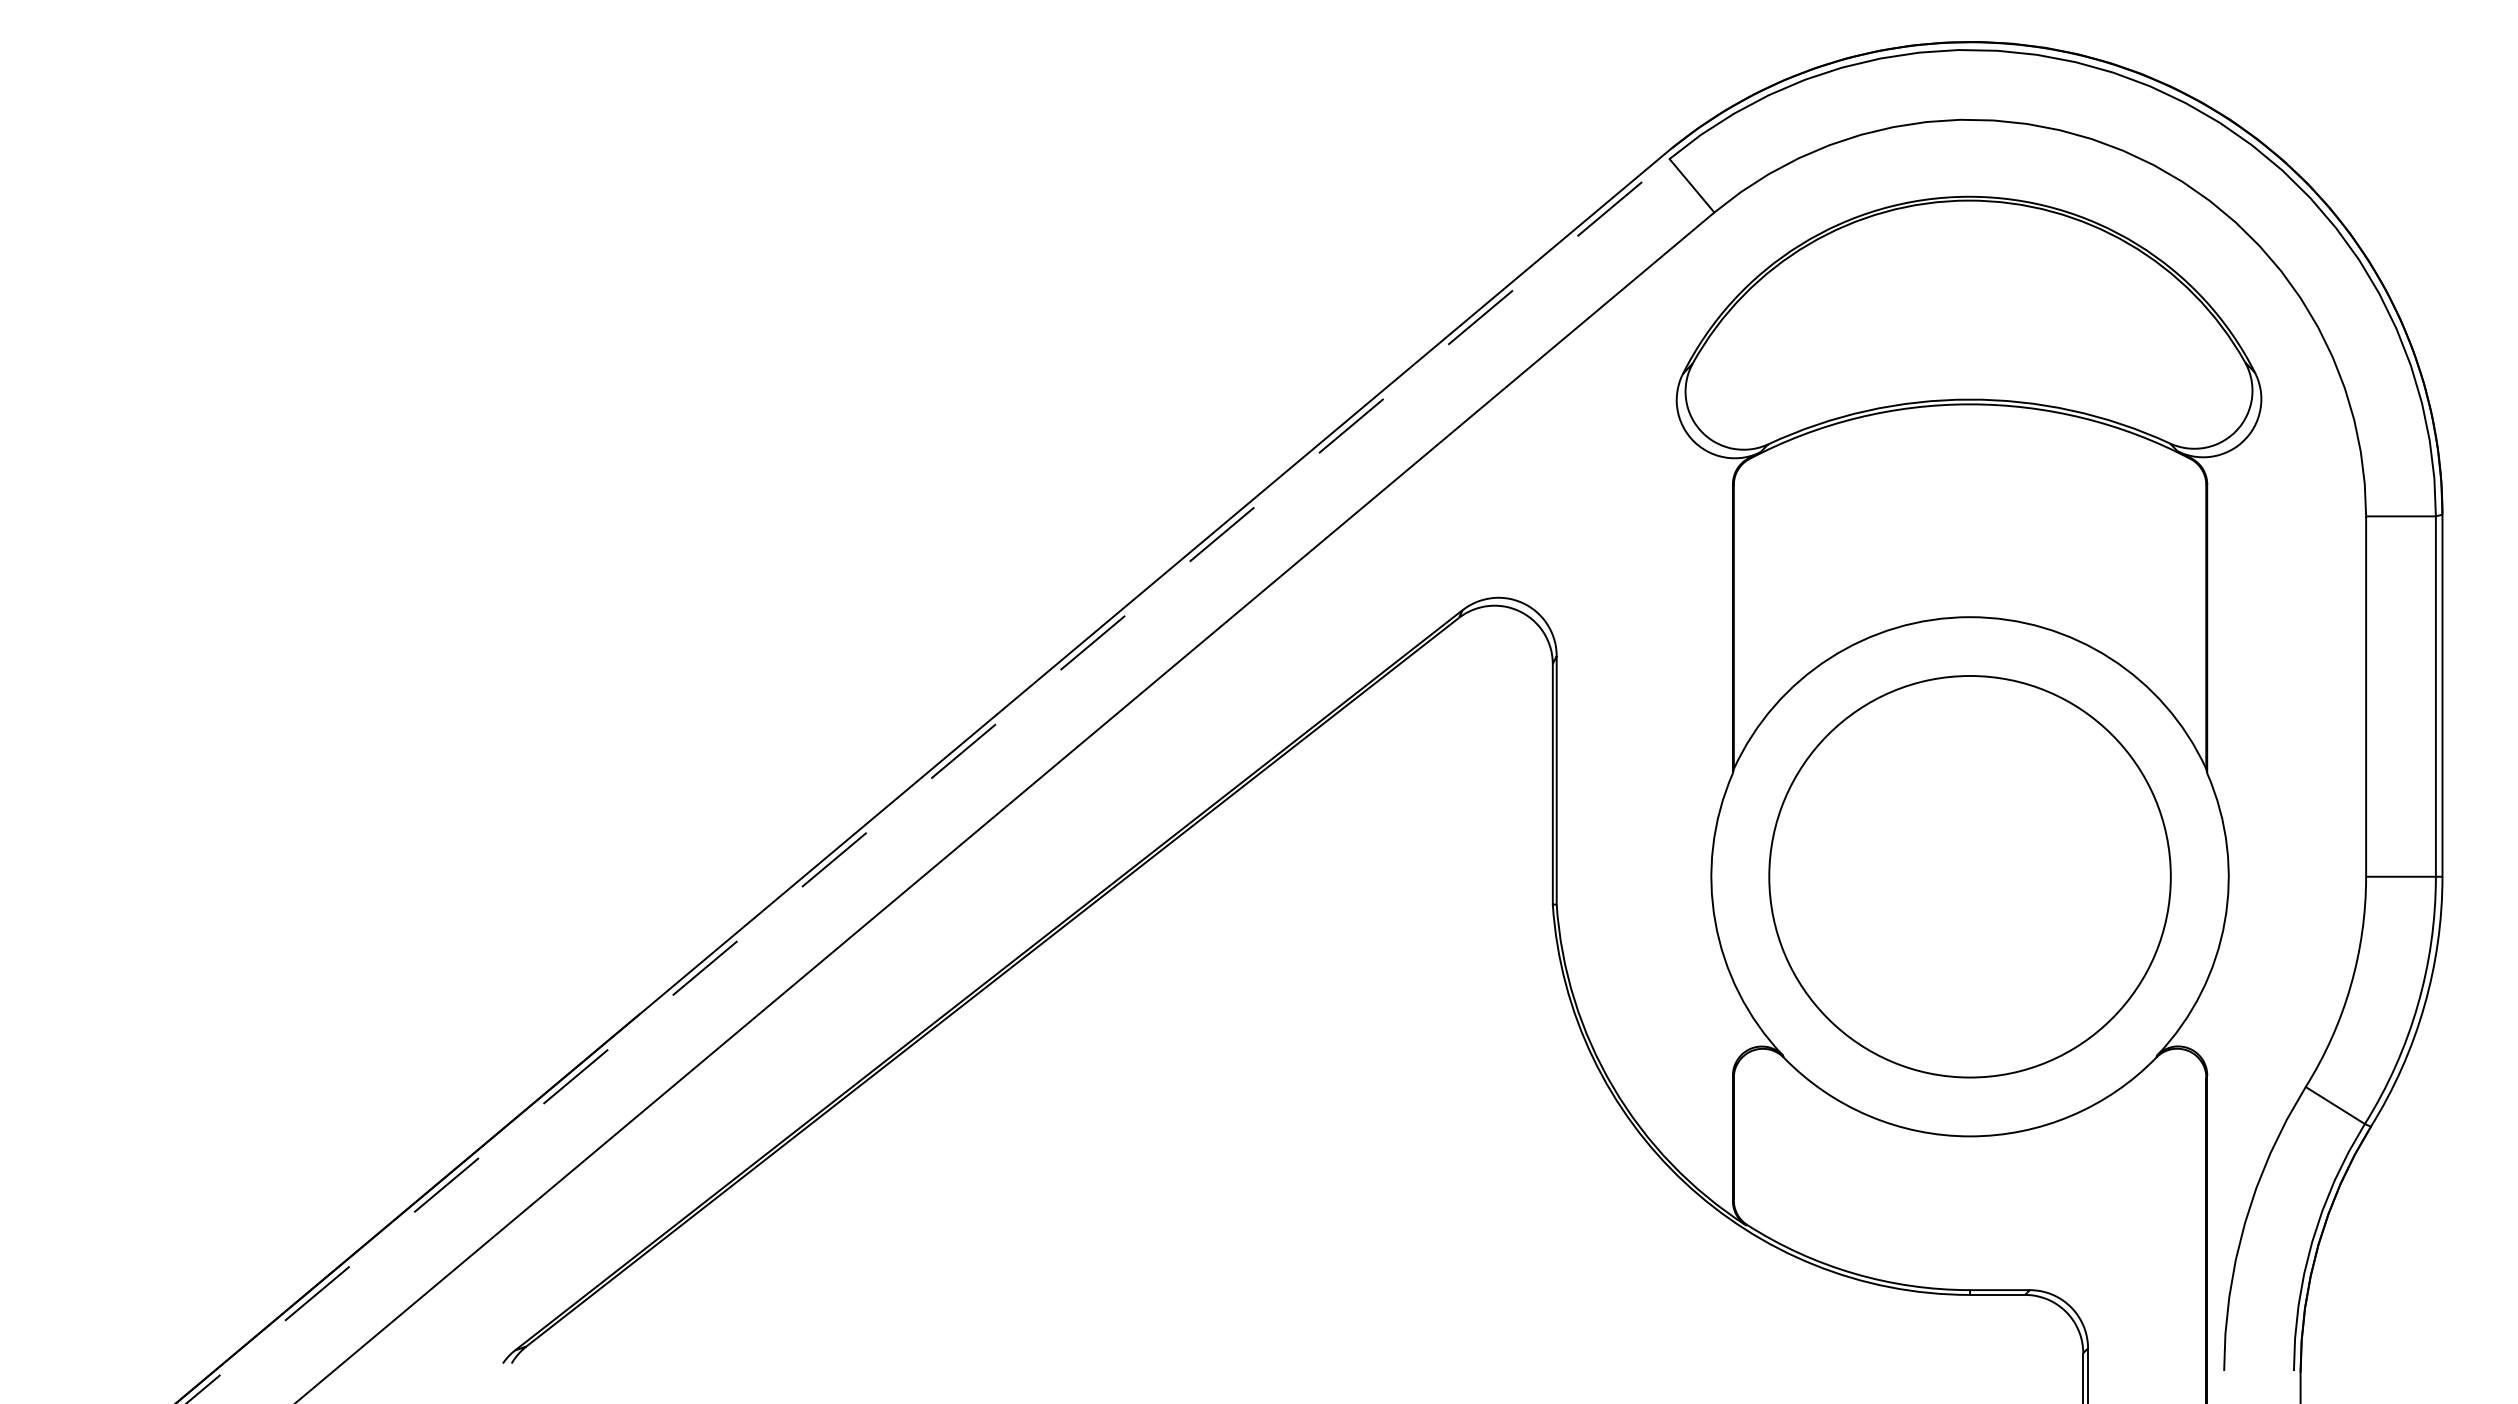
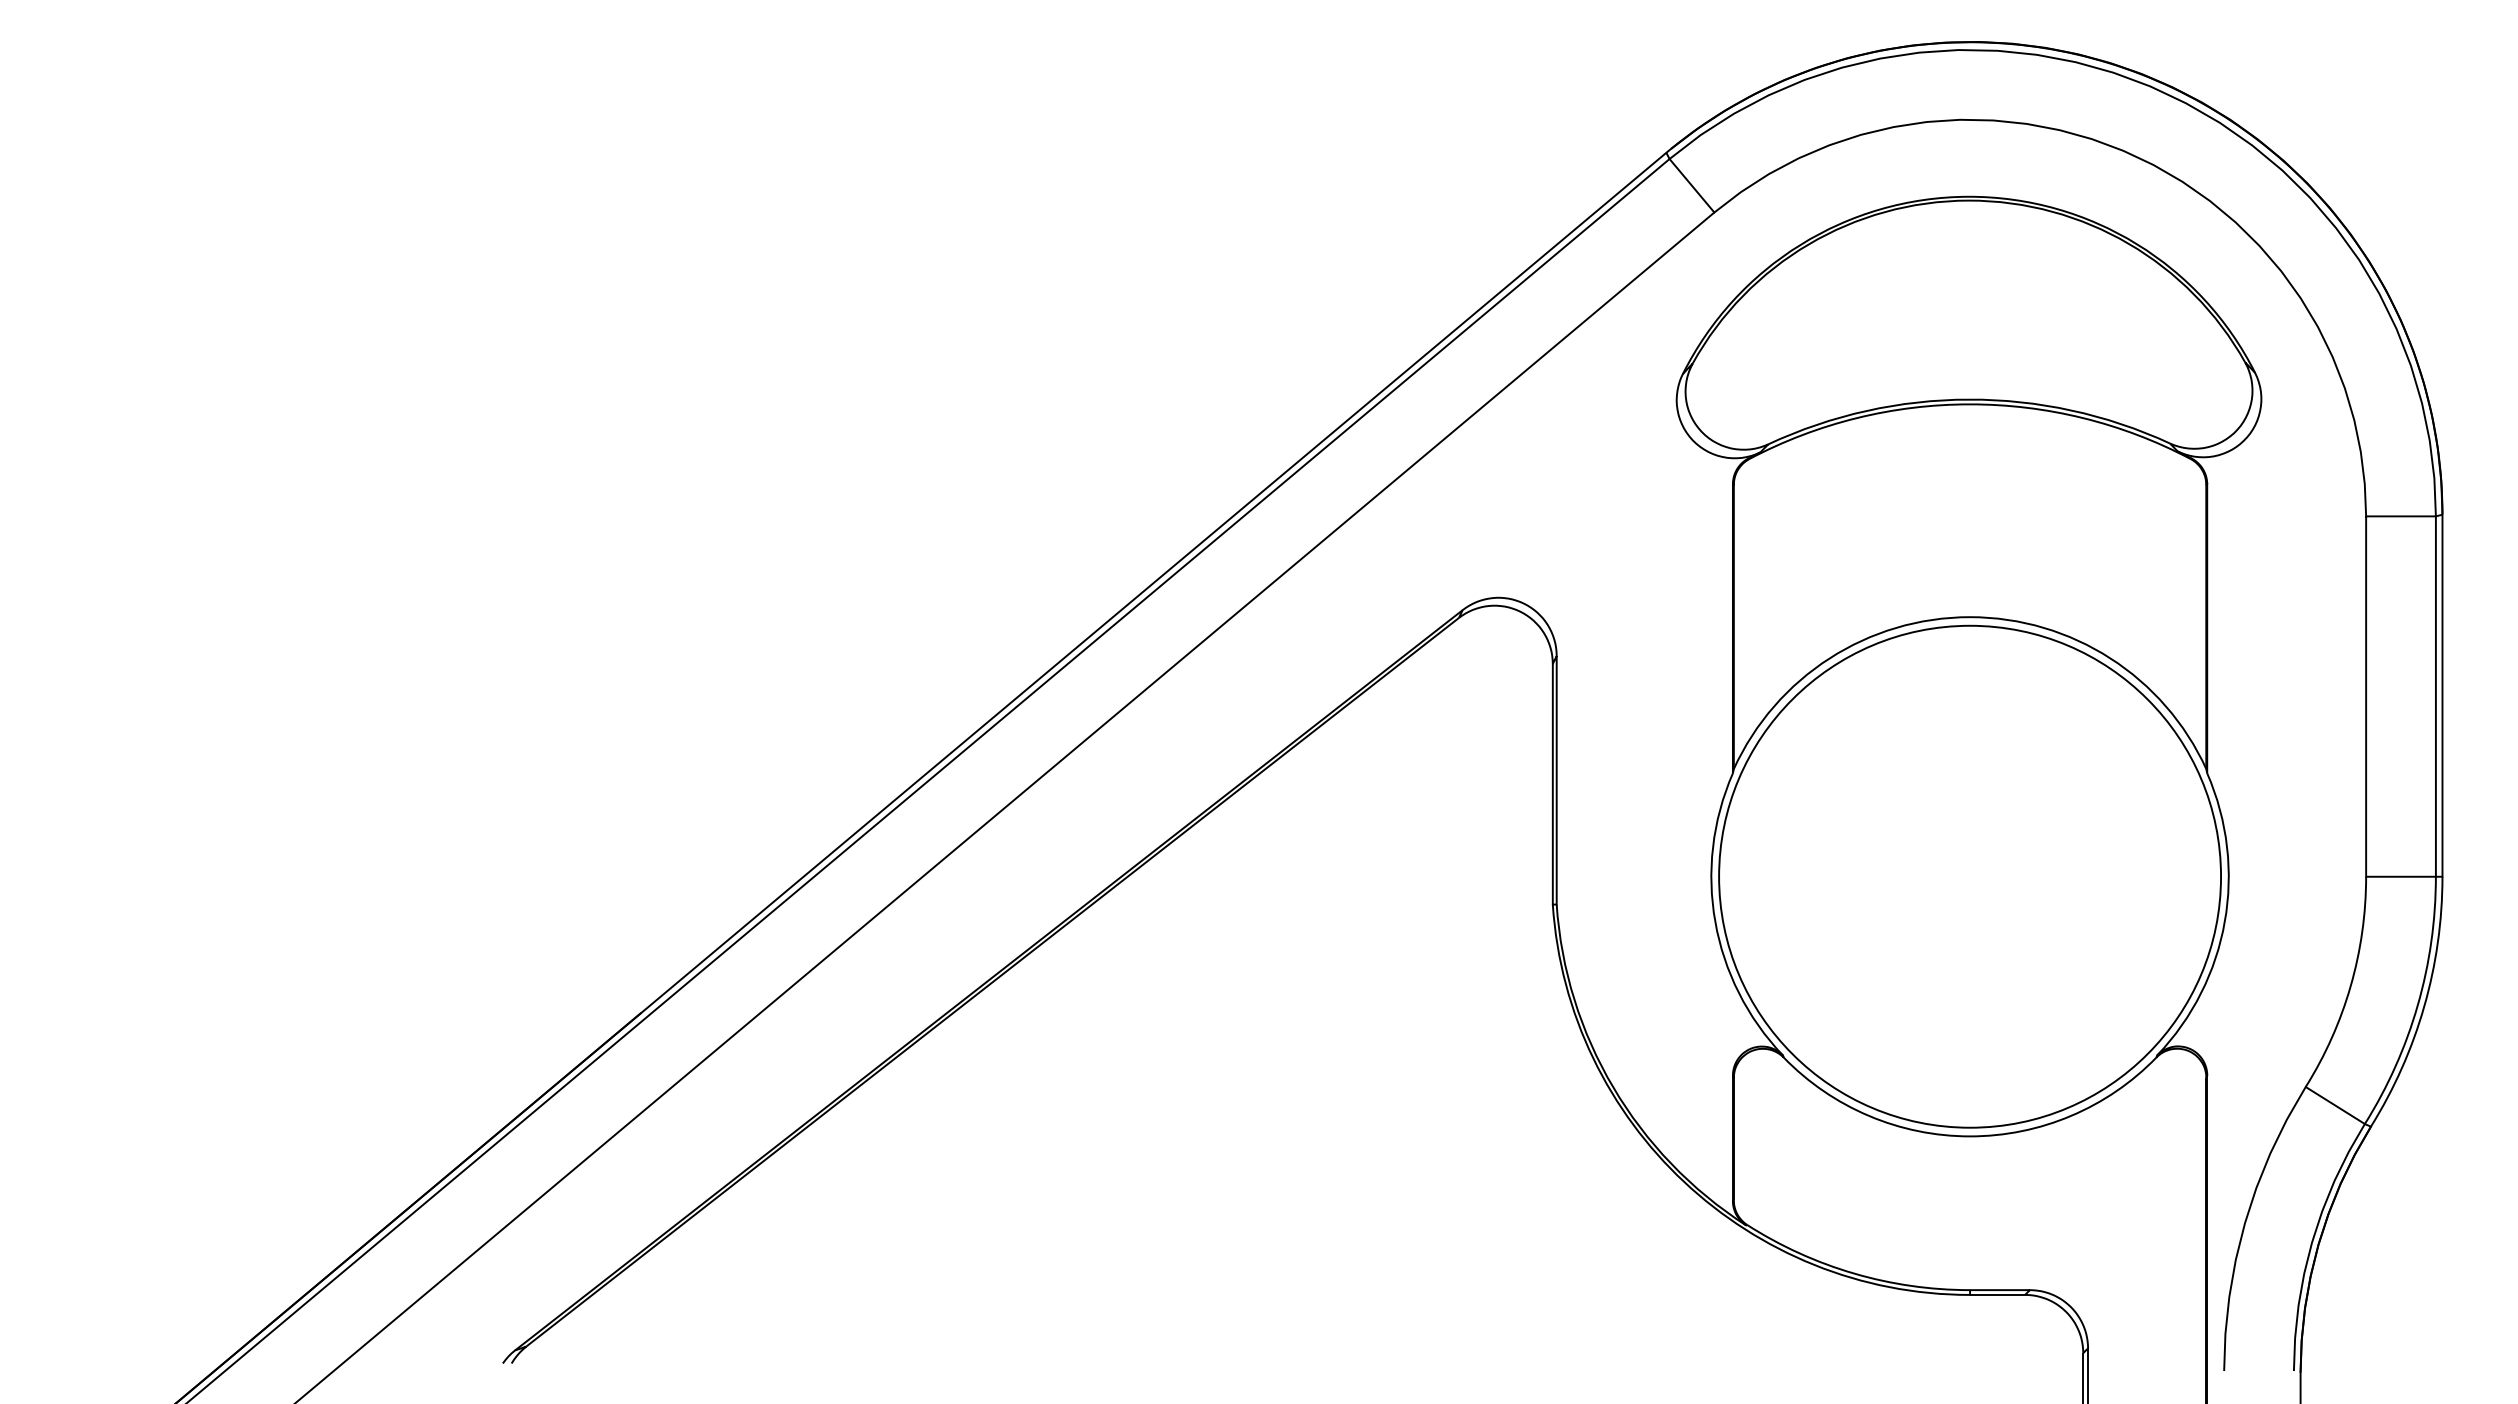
line at (931, 778): dashed -> solid
circle at (1969, 876) diameter: 402 px -> 502 px
